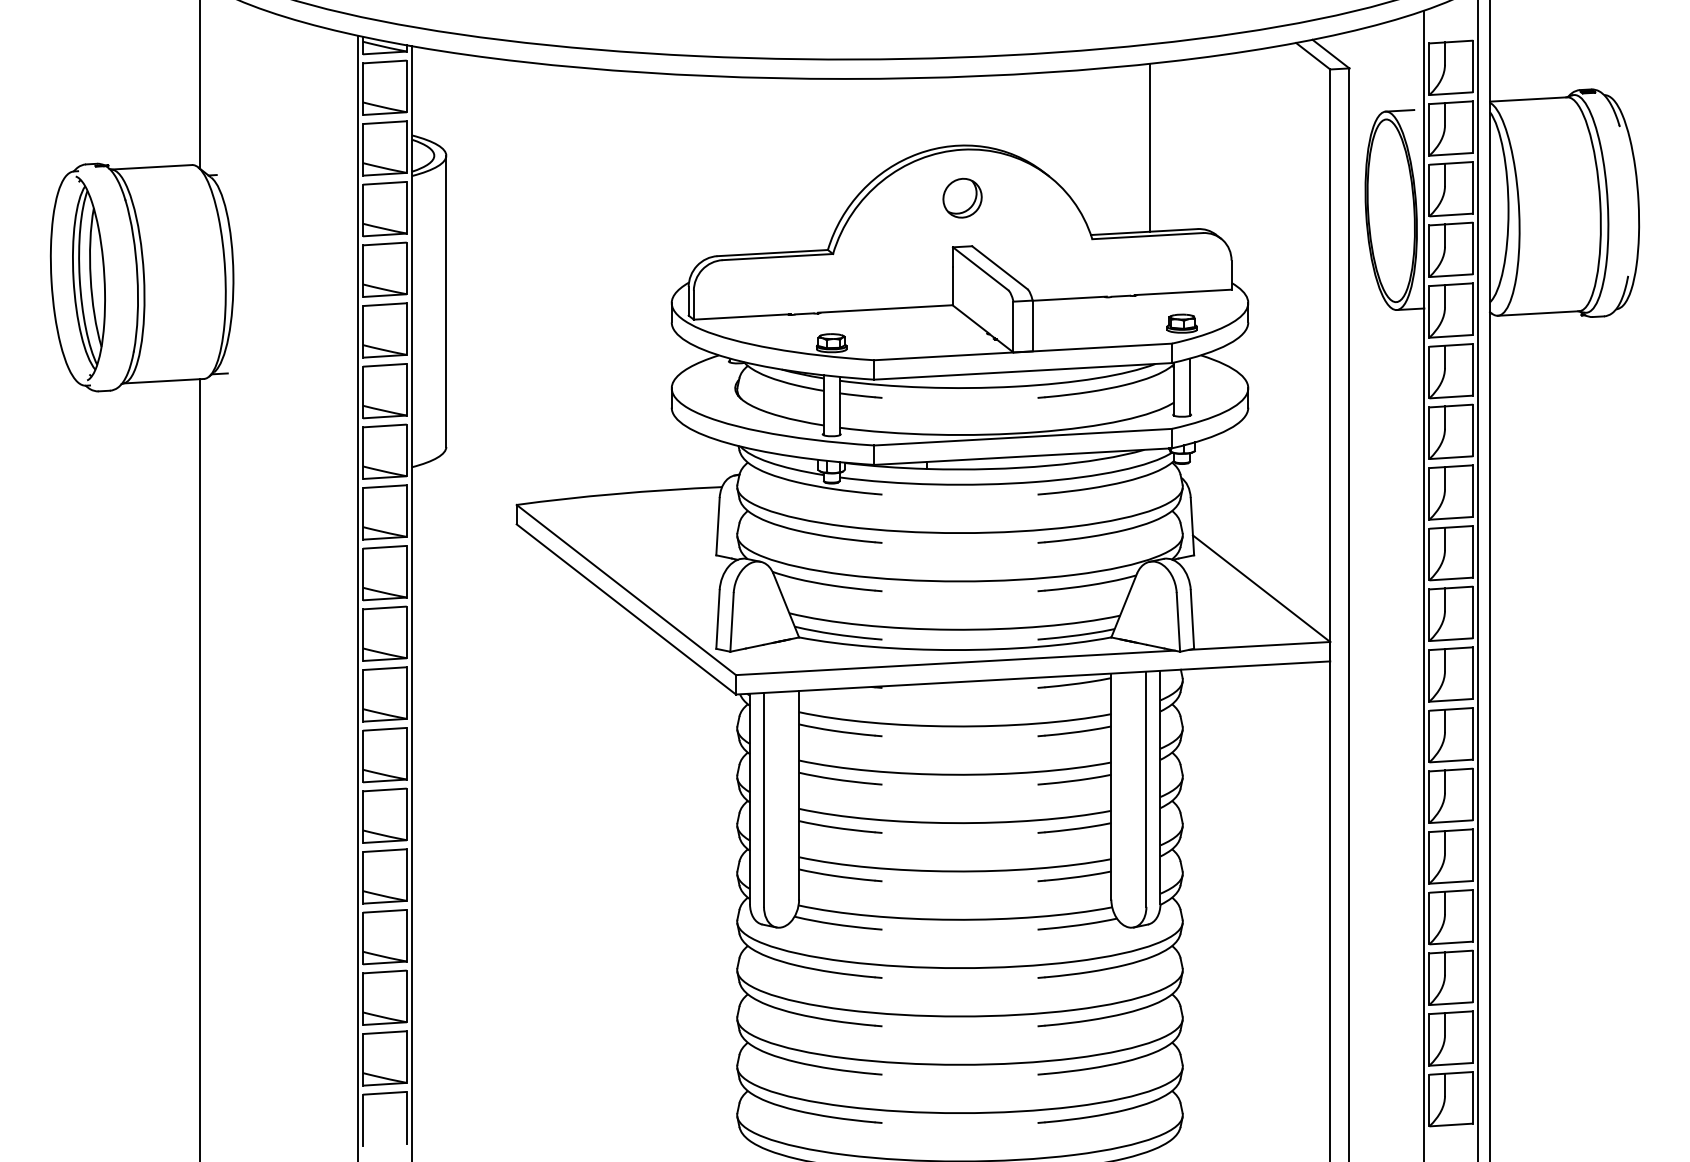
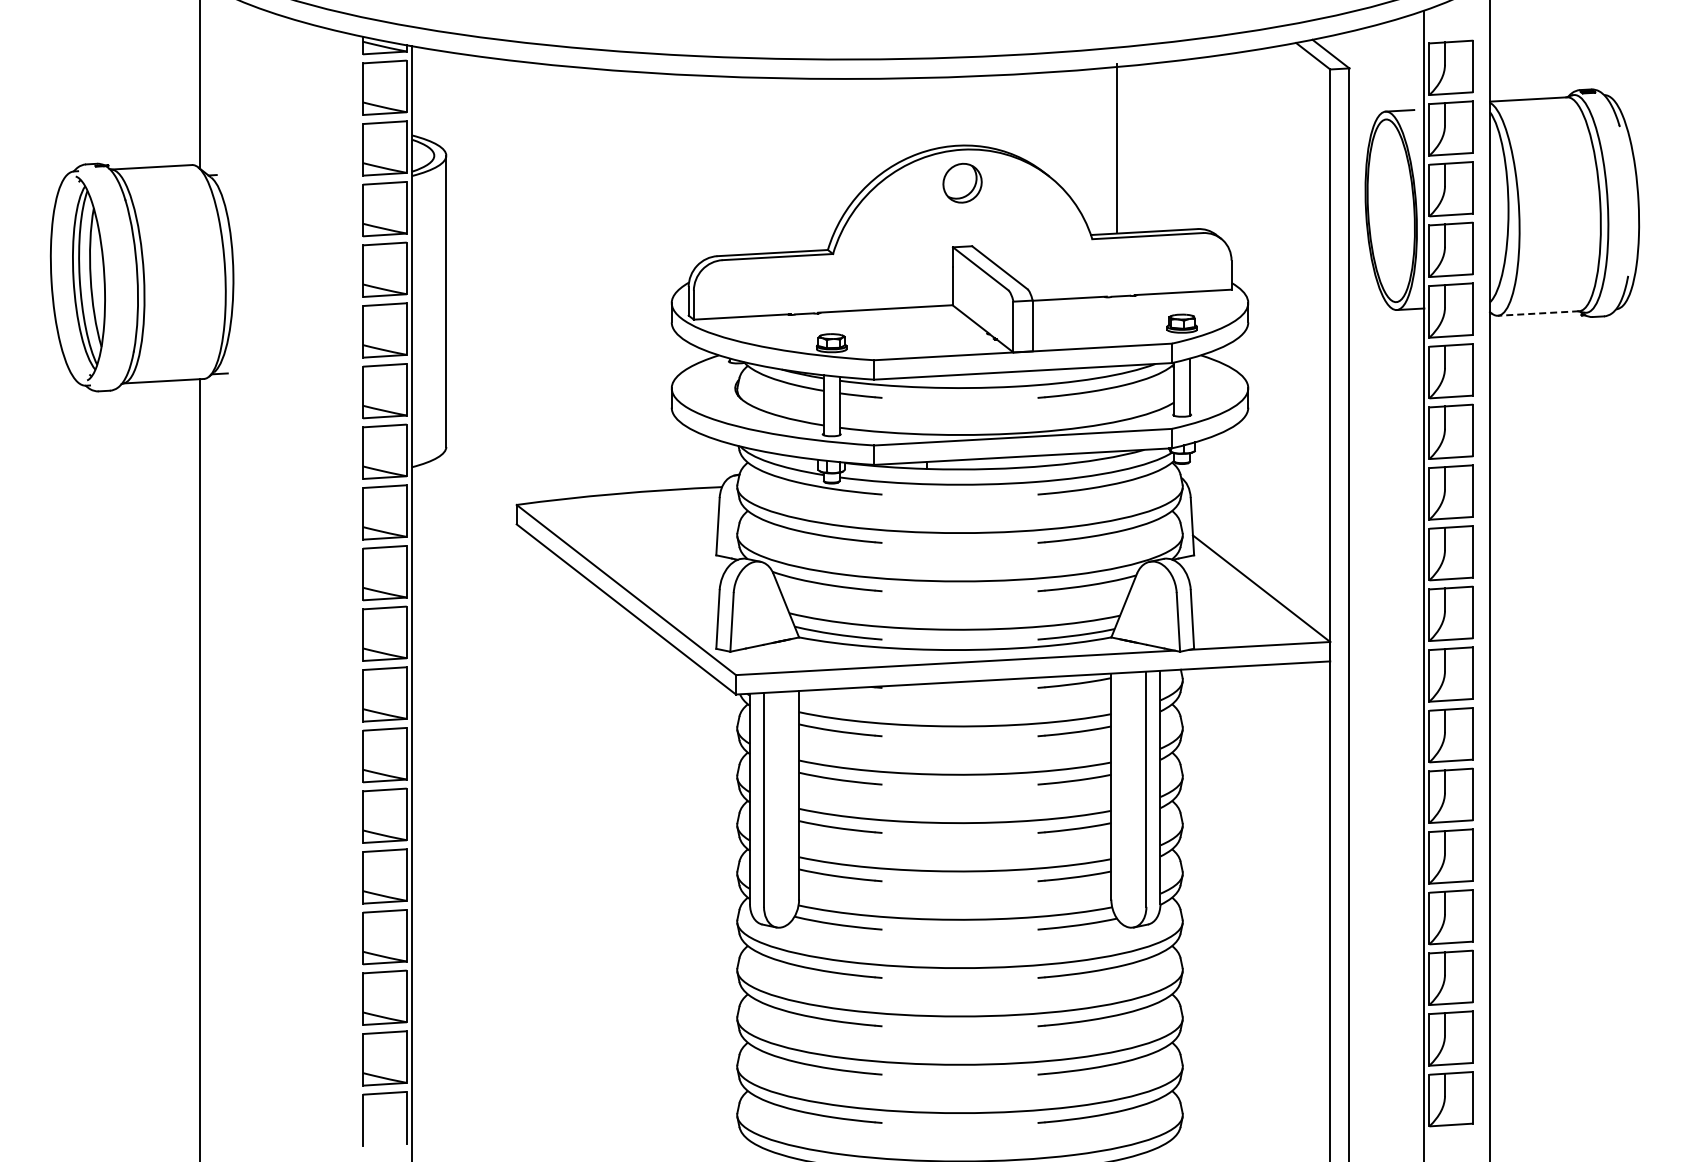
line at (1149, 147) position: (1149, 147) -> (1116, 147)
part at (962, 197) position: (962, 197) -> (962, 182)
line at (1538, 313): solid -> dashed
line at (1478, 580): present -> none
line at (357, 596): present -> none
